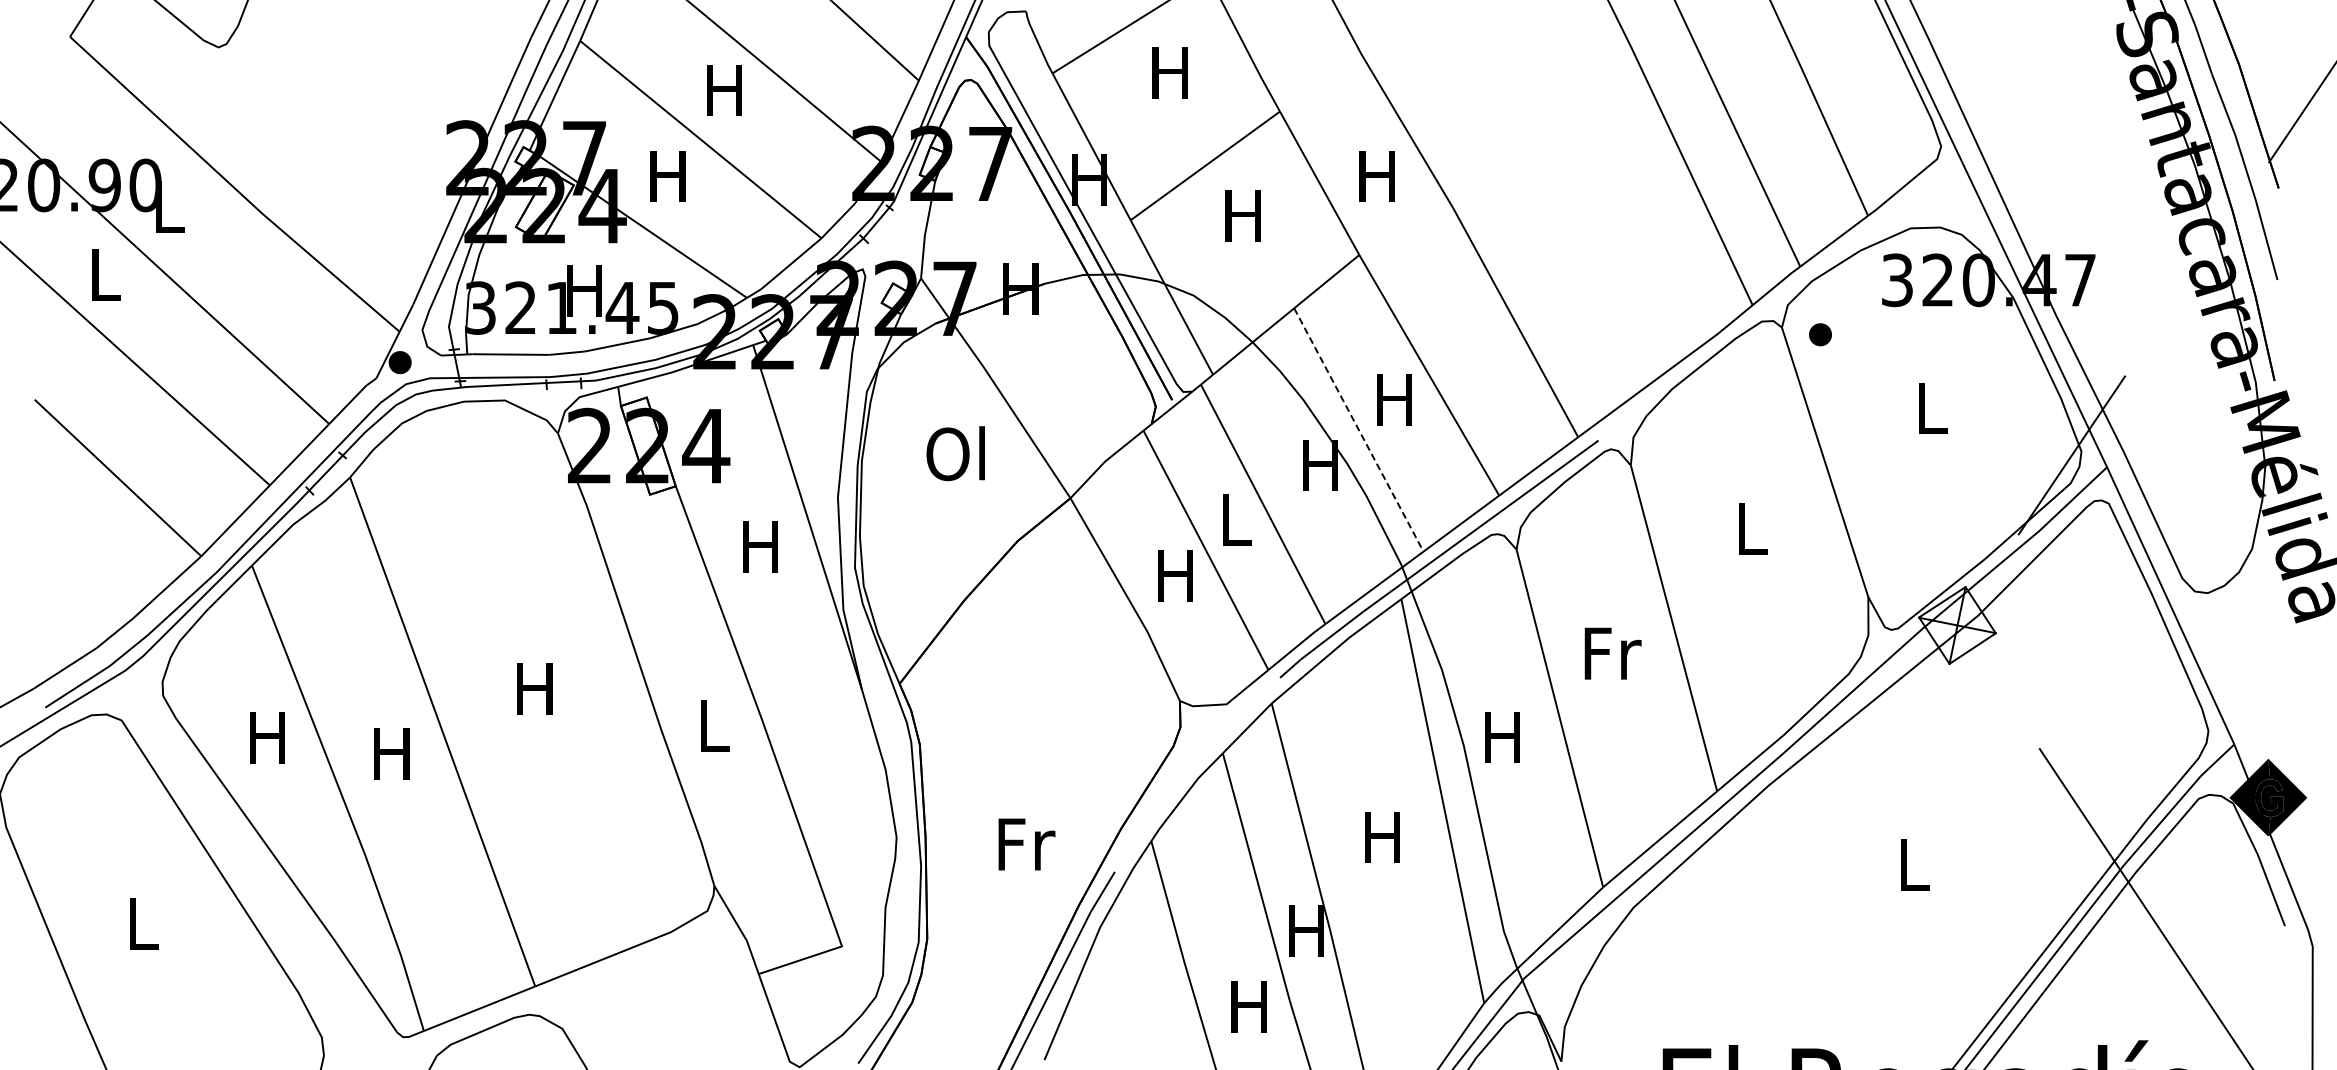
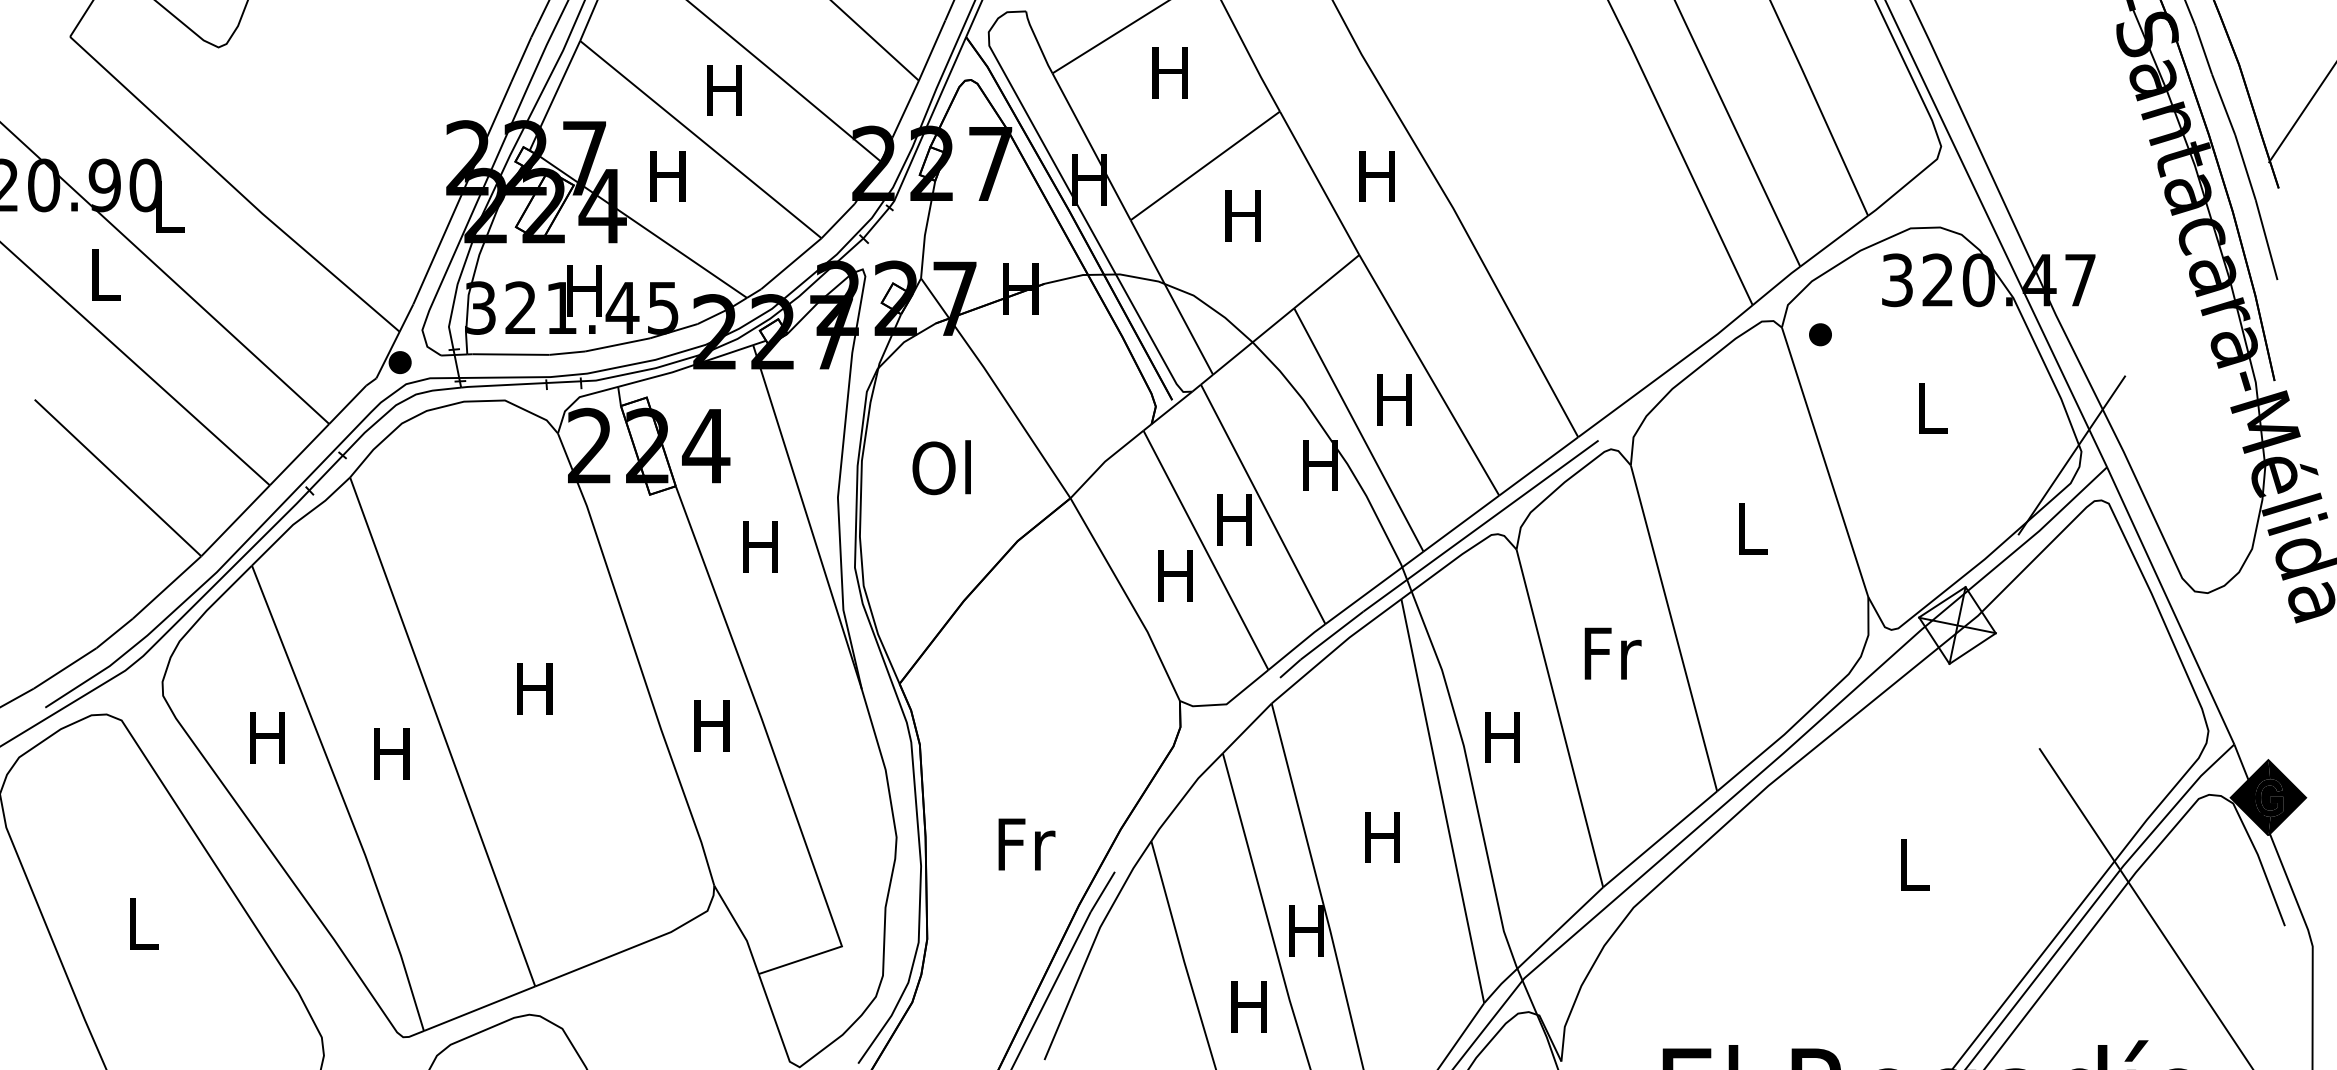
line at (1358, 429): dashed -> solid
text at (955, 453) position: (955, 453) -> (941, 467)
text at (1234, 519): L -> H
text at (711, 725): L -> H
